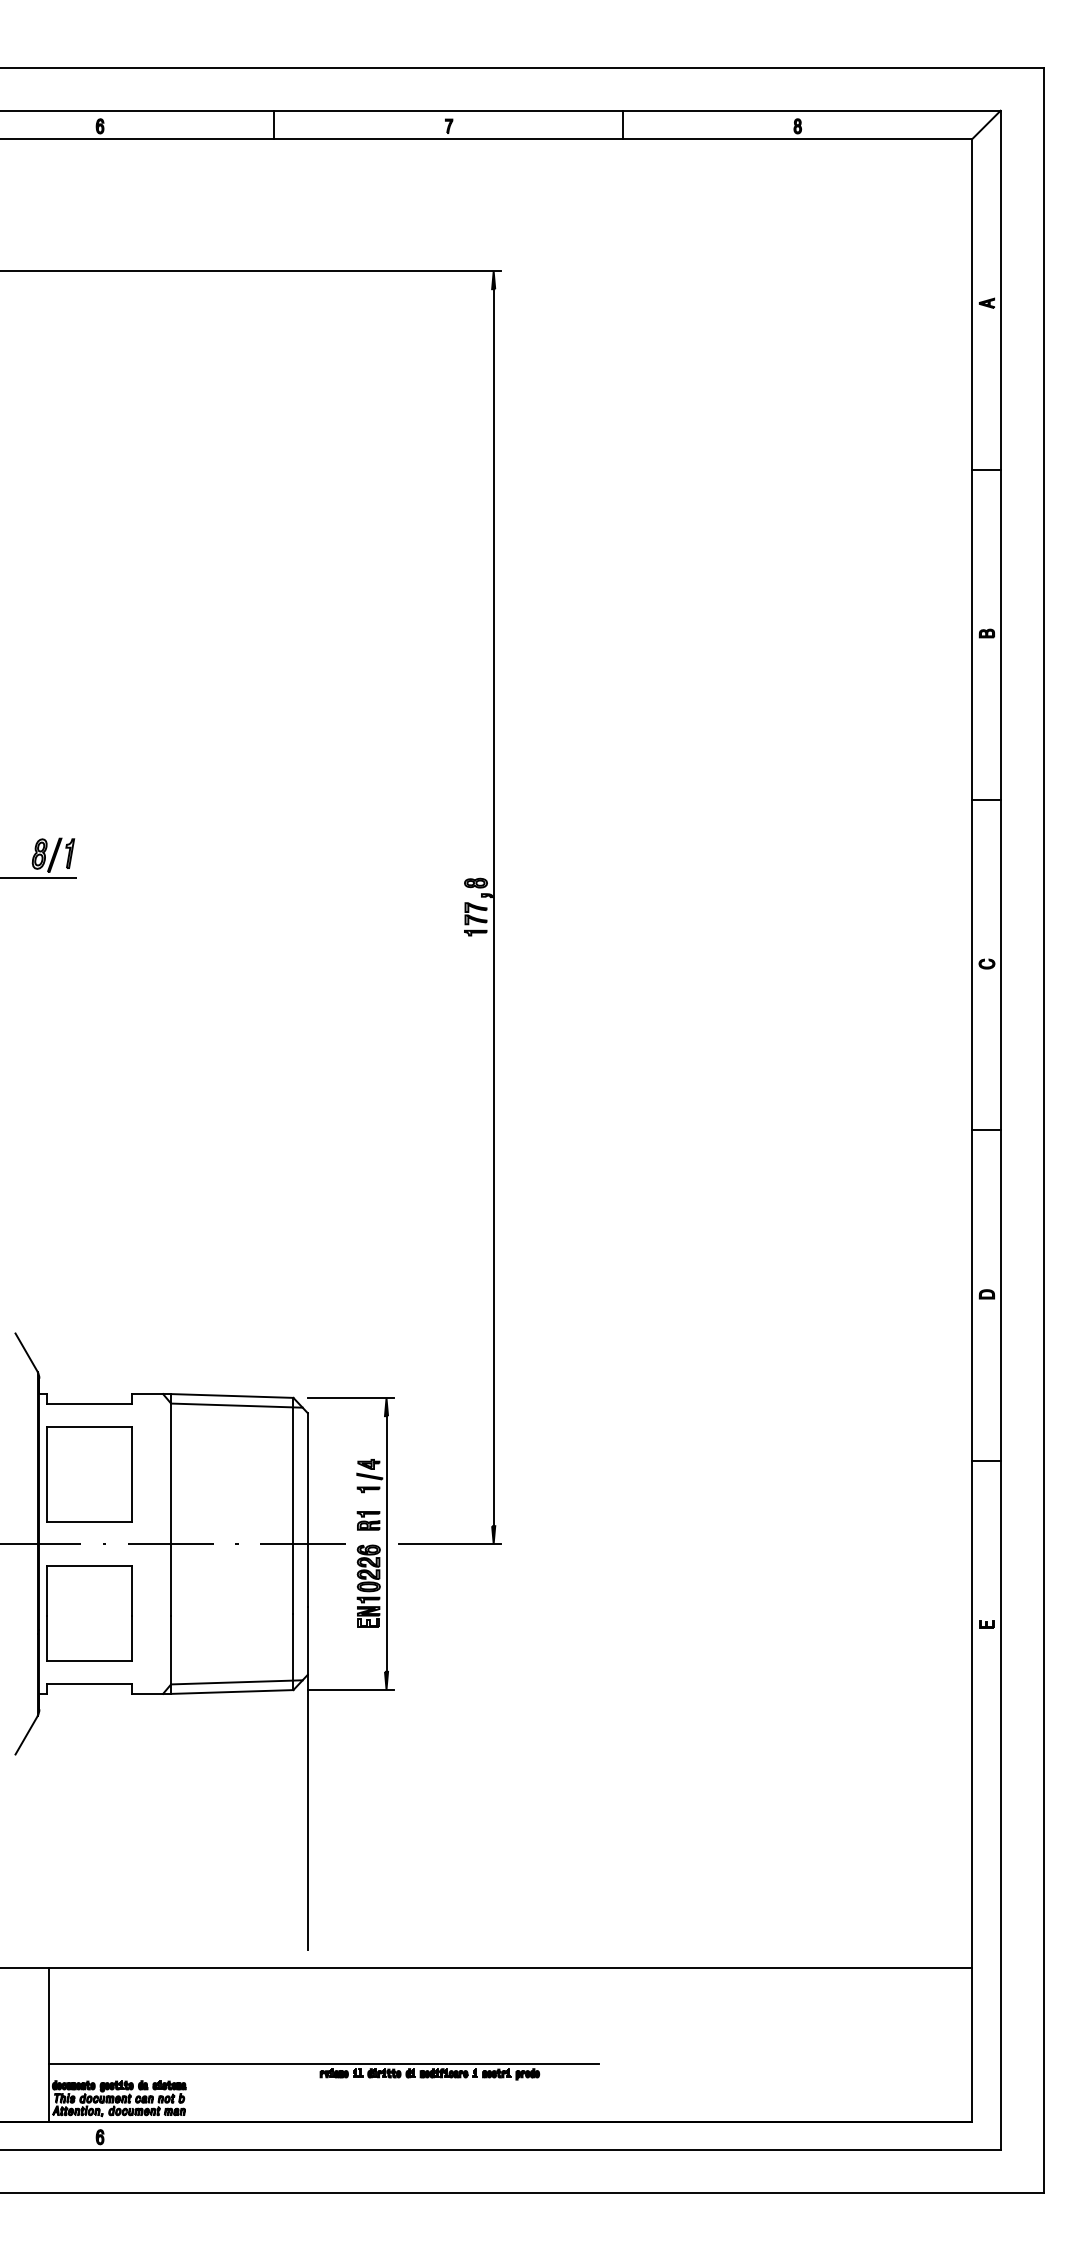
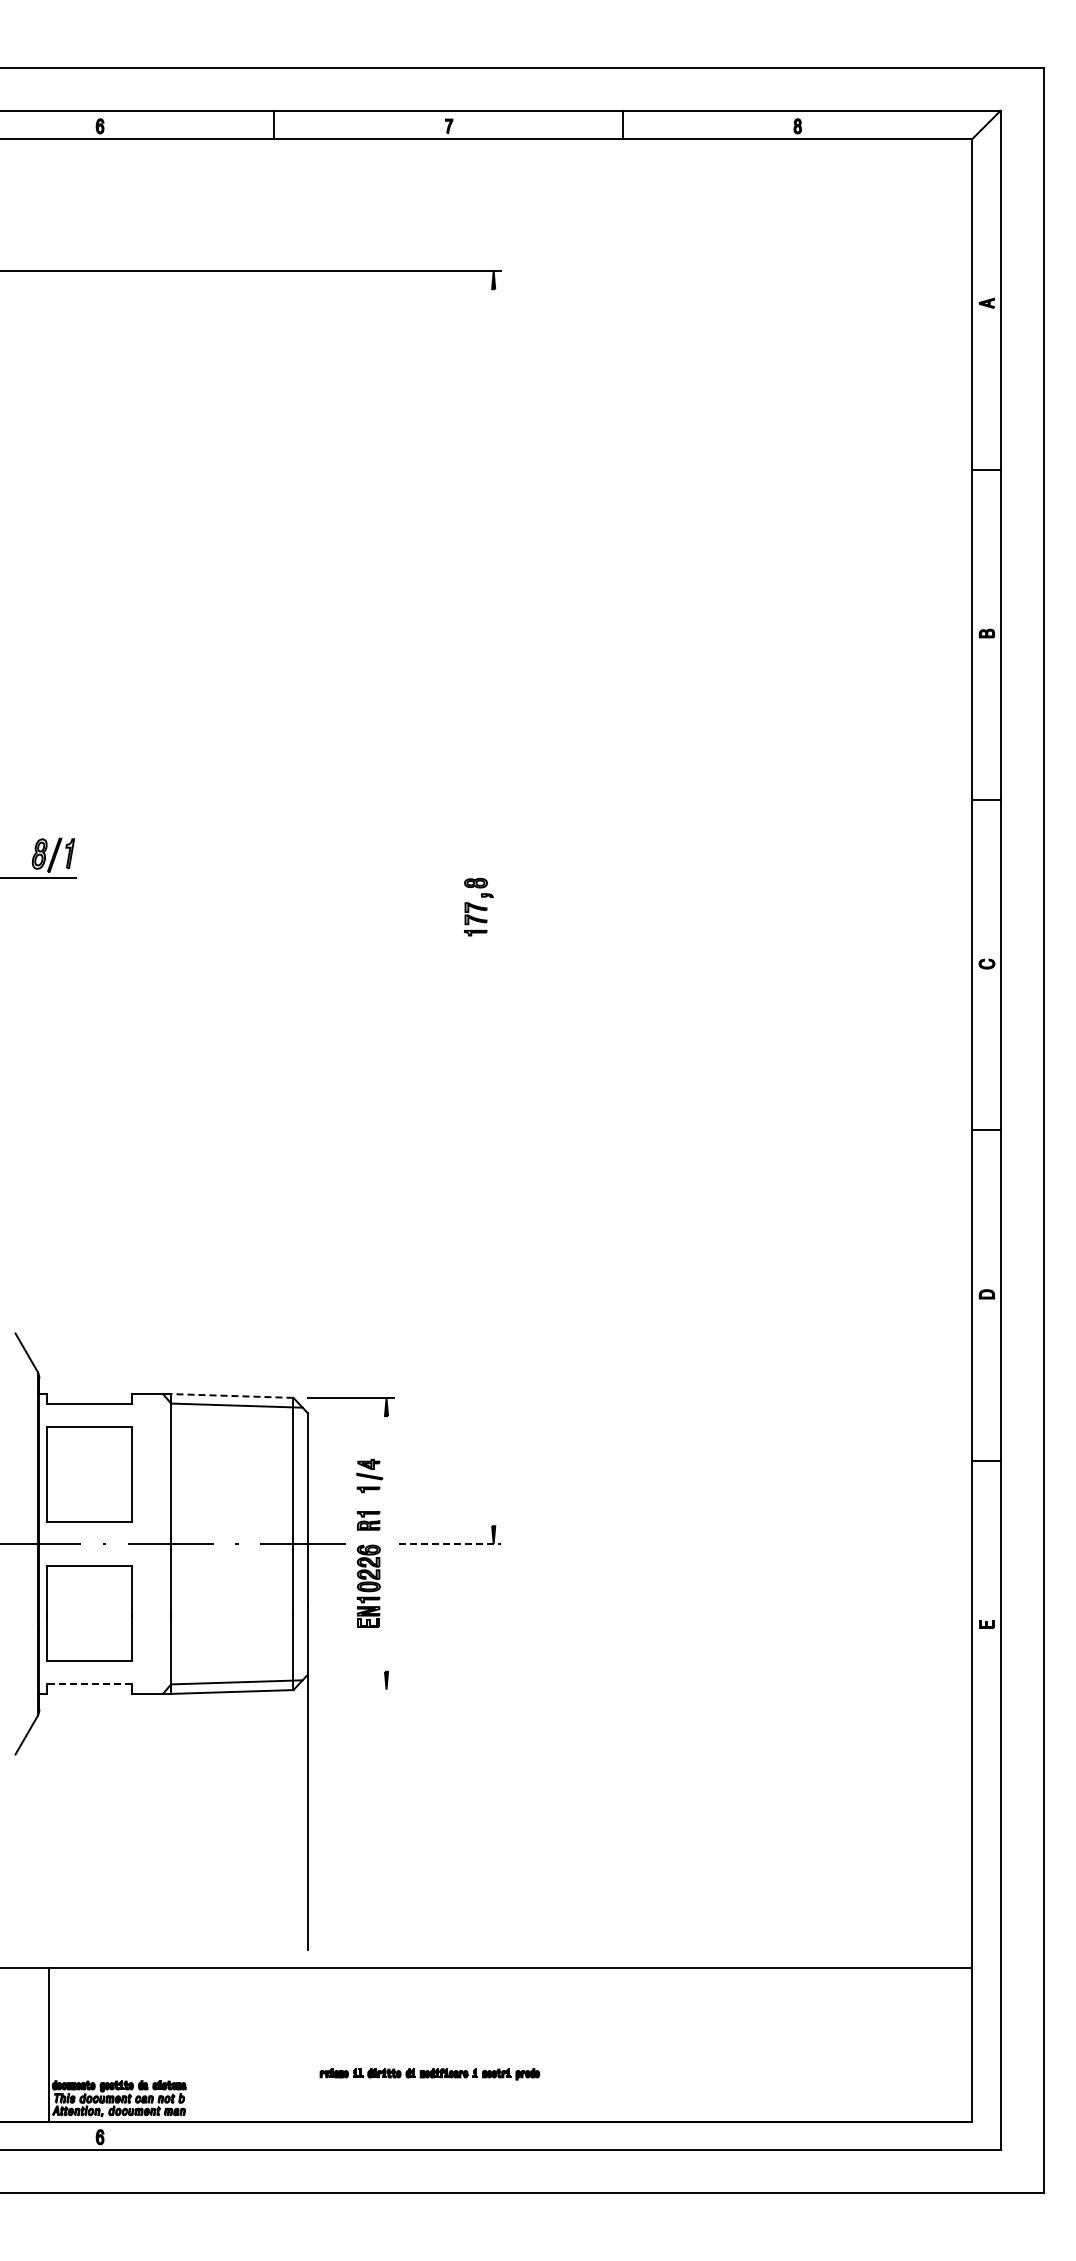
line at (493, 907): present -> none
line at (231, 1395): solid -> dashed
line at (386, 1543): present -> none
line at (450, 1543): solid -> dashed
line at (89, 1683): solid -> dashed
line at (350, 1689): present -> none
line at (323, 2064): present -> none
